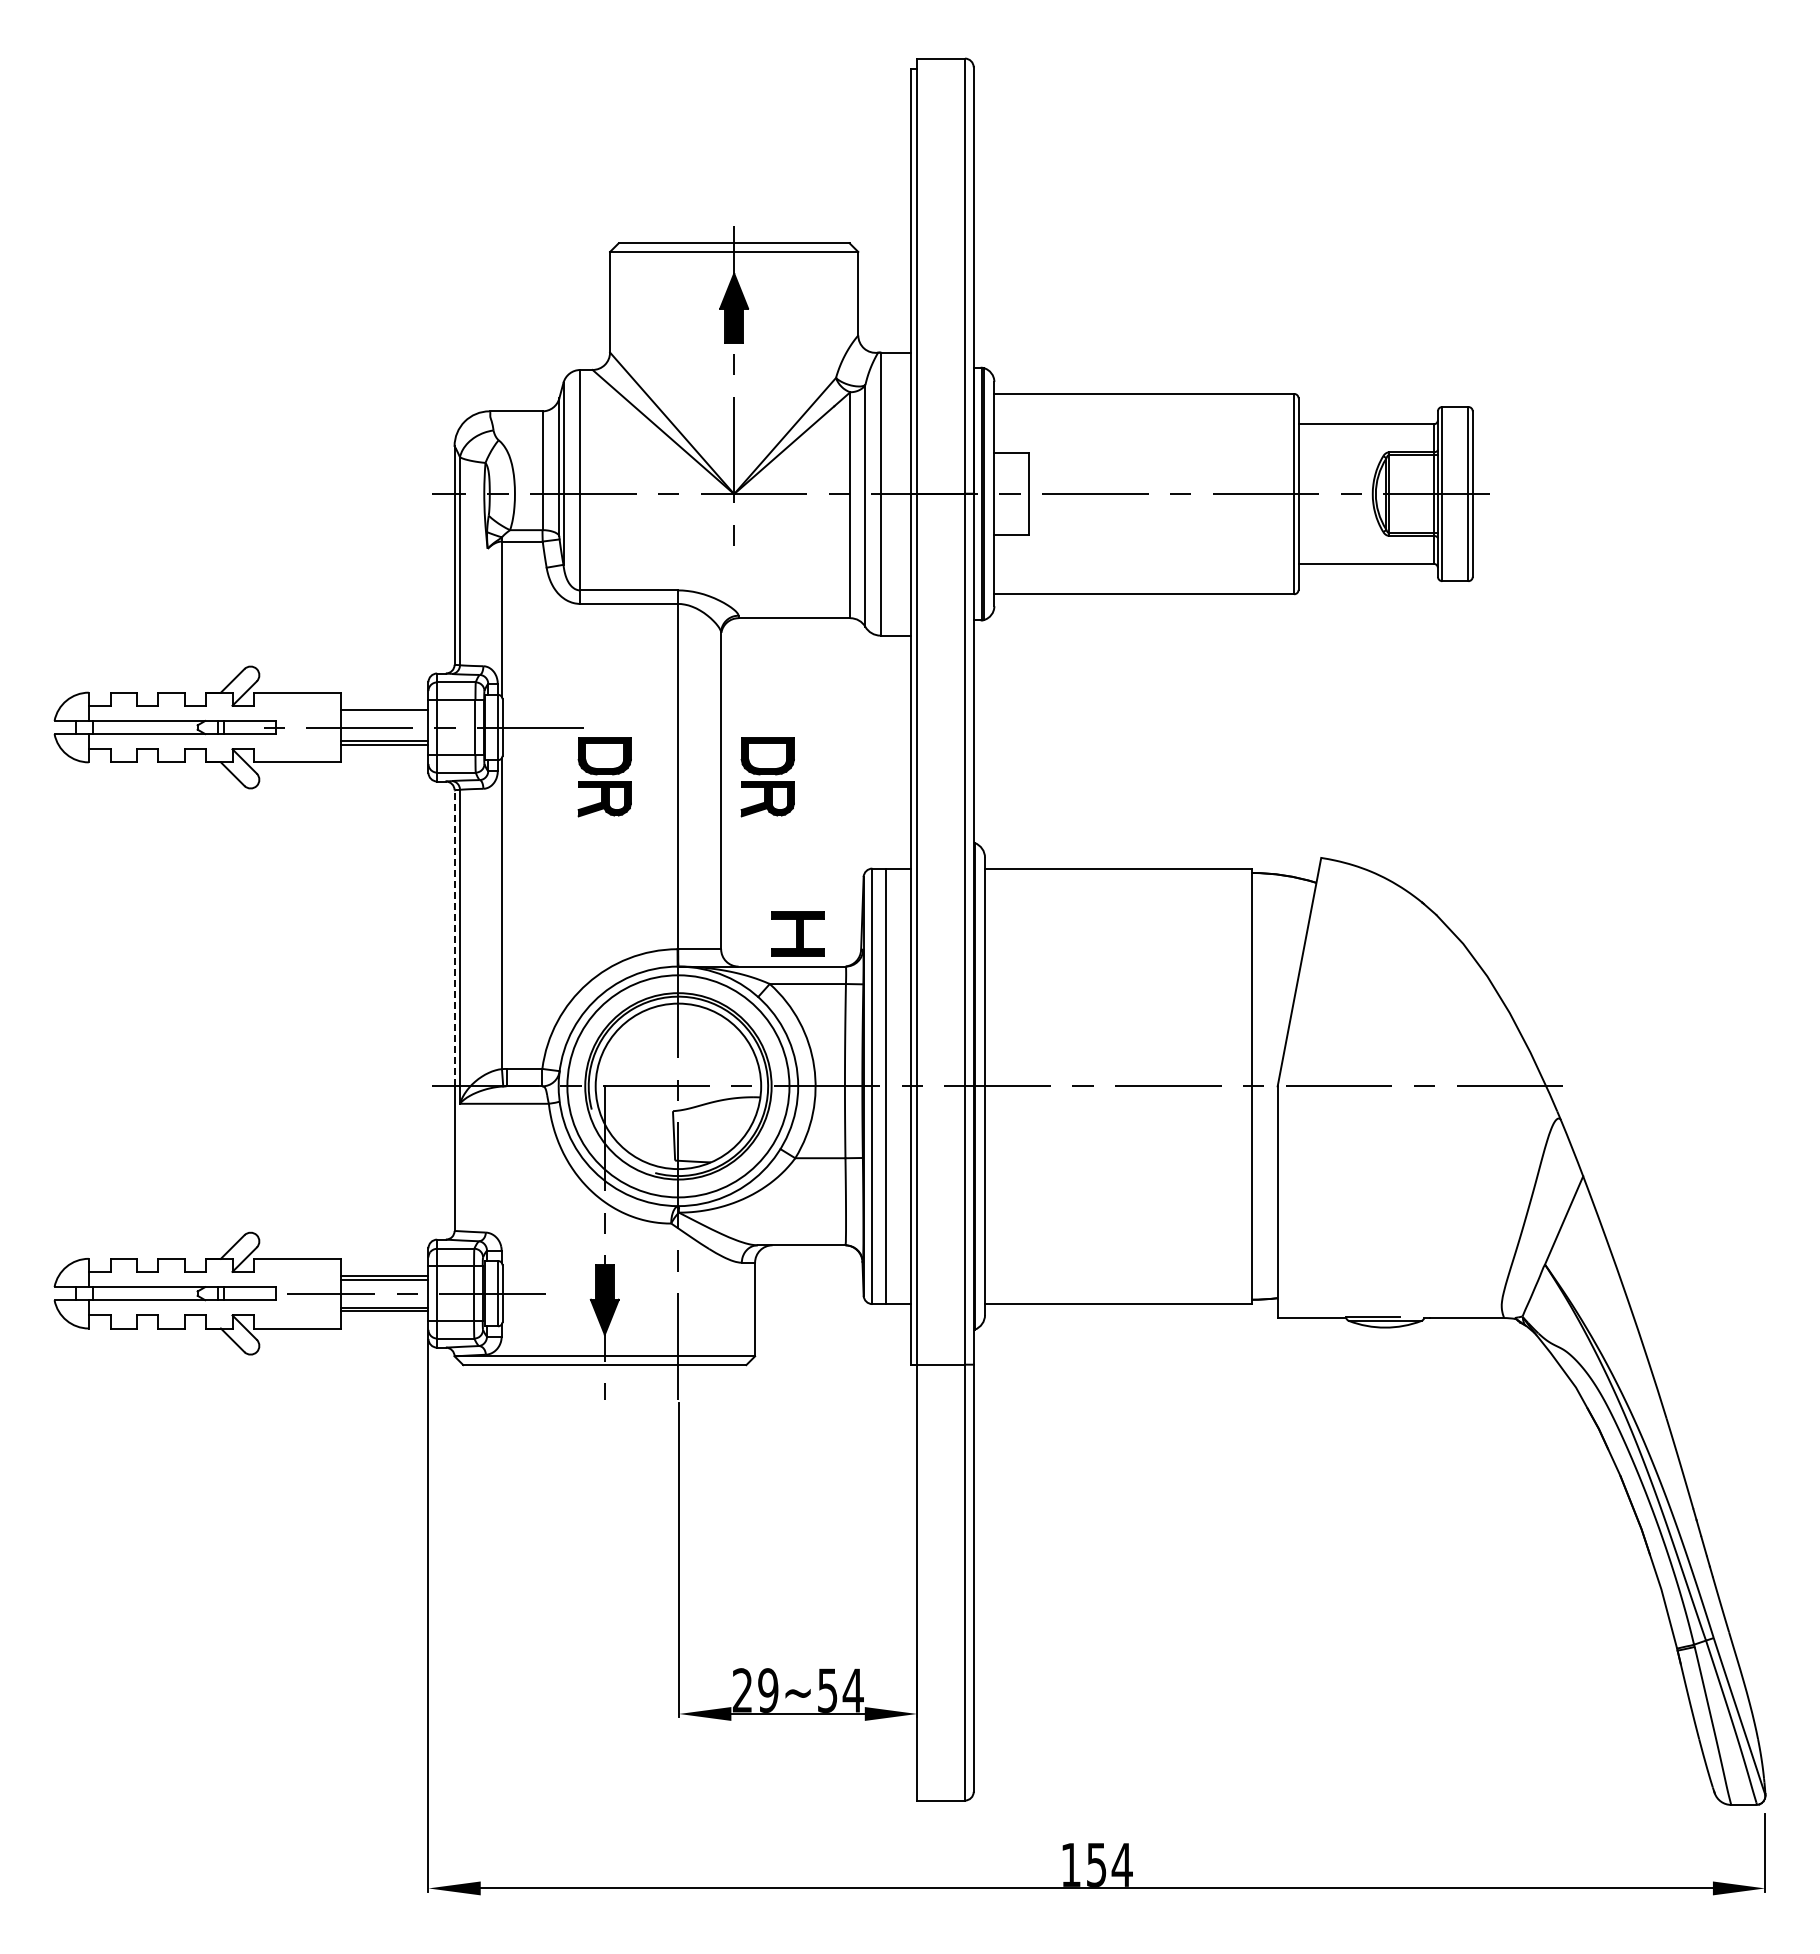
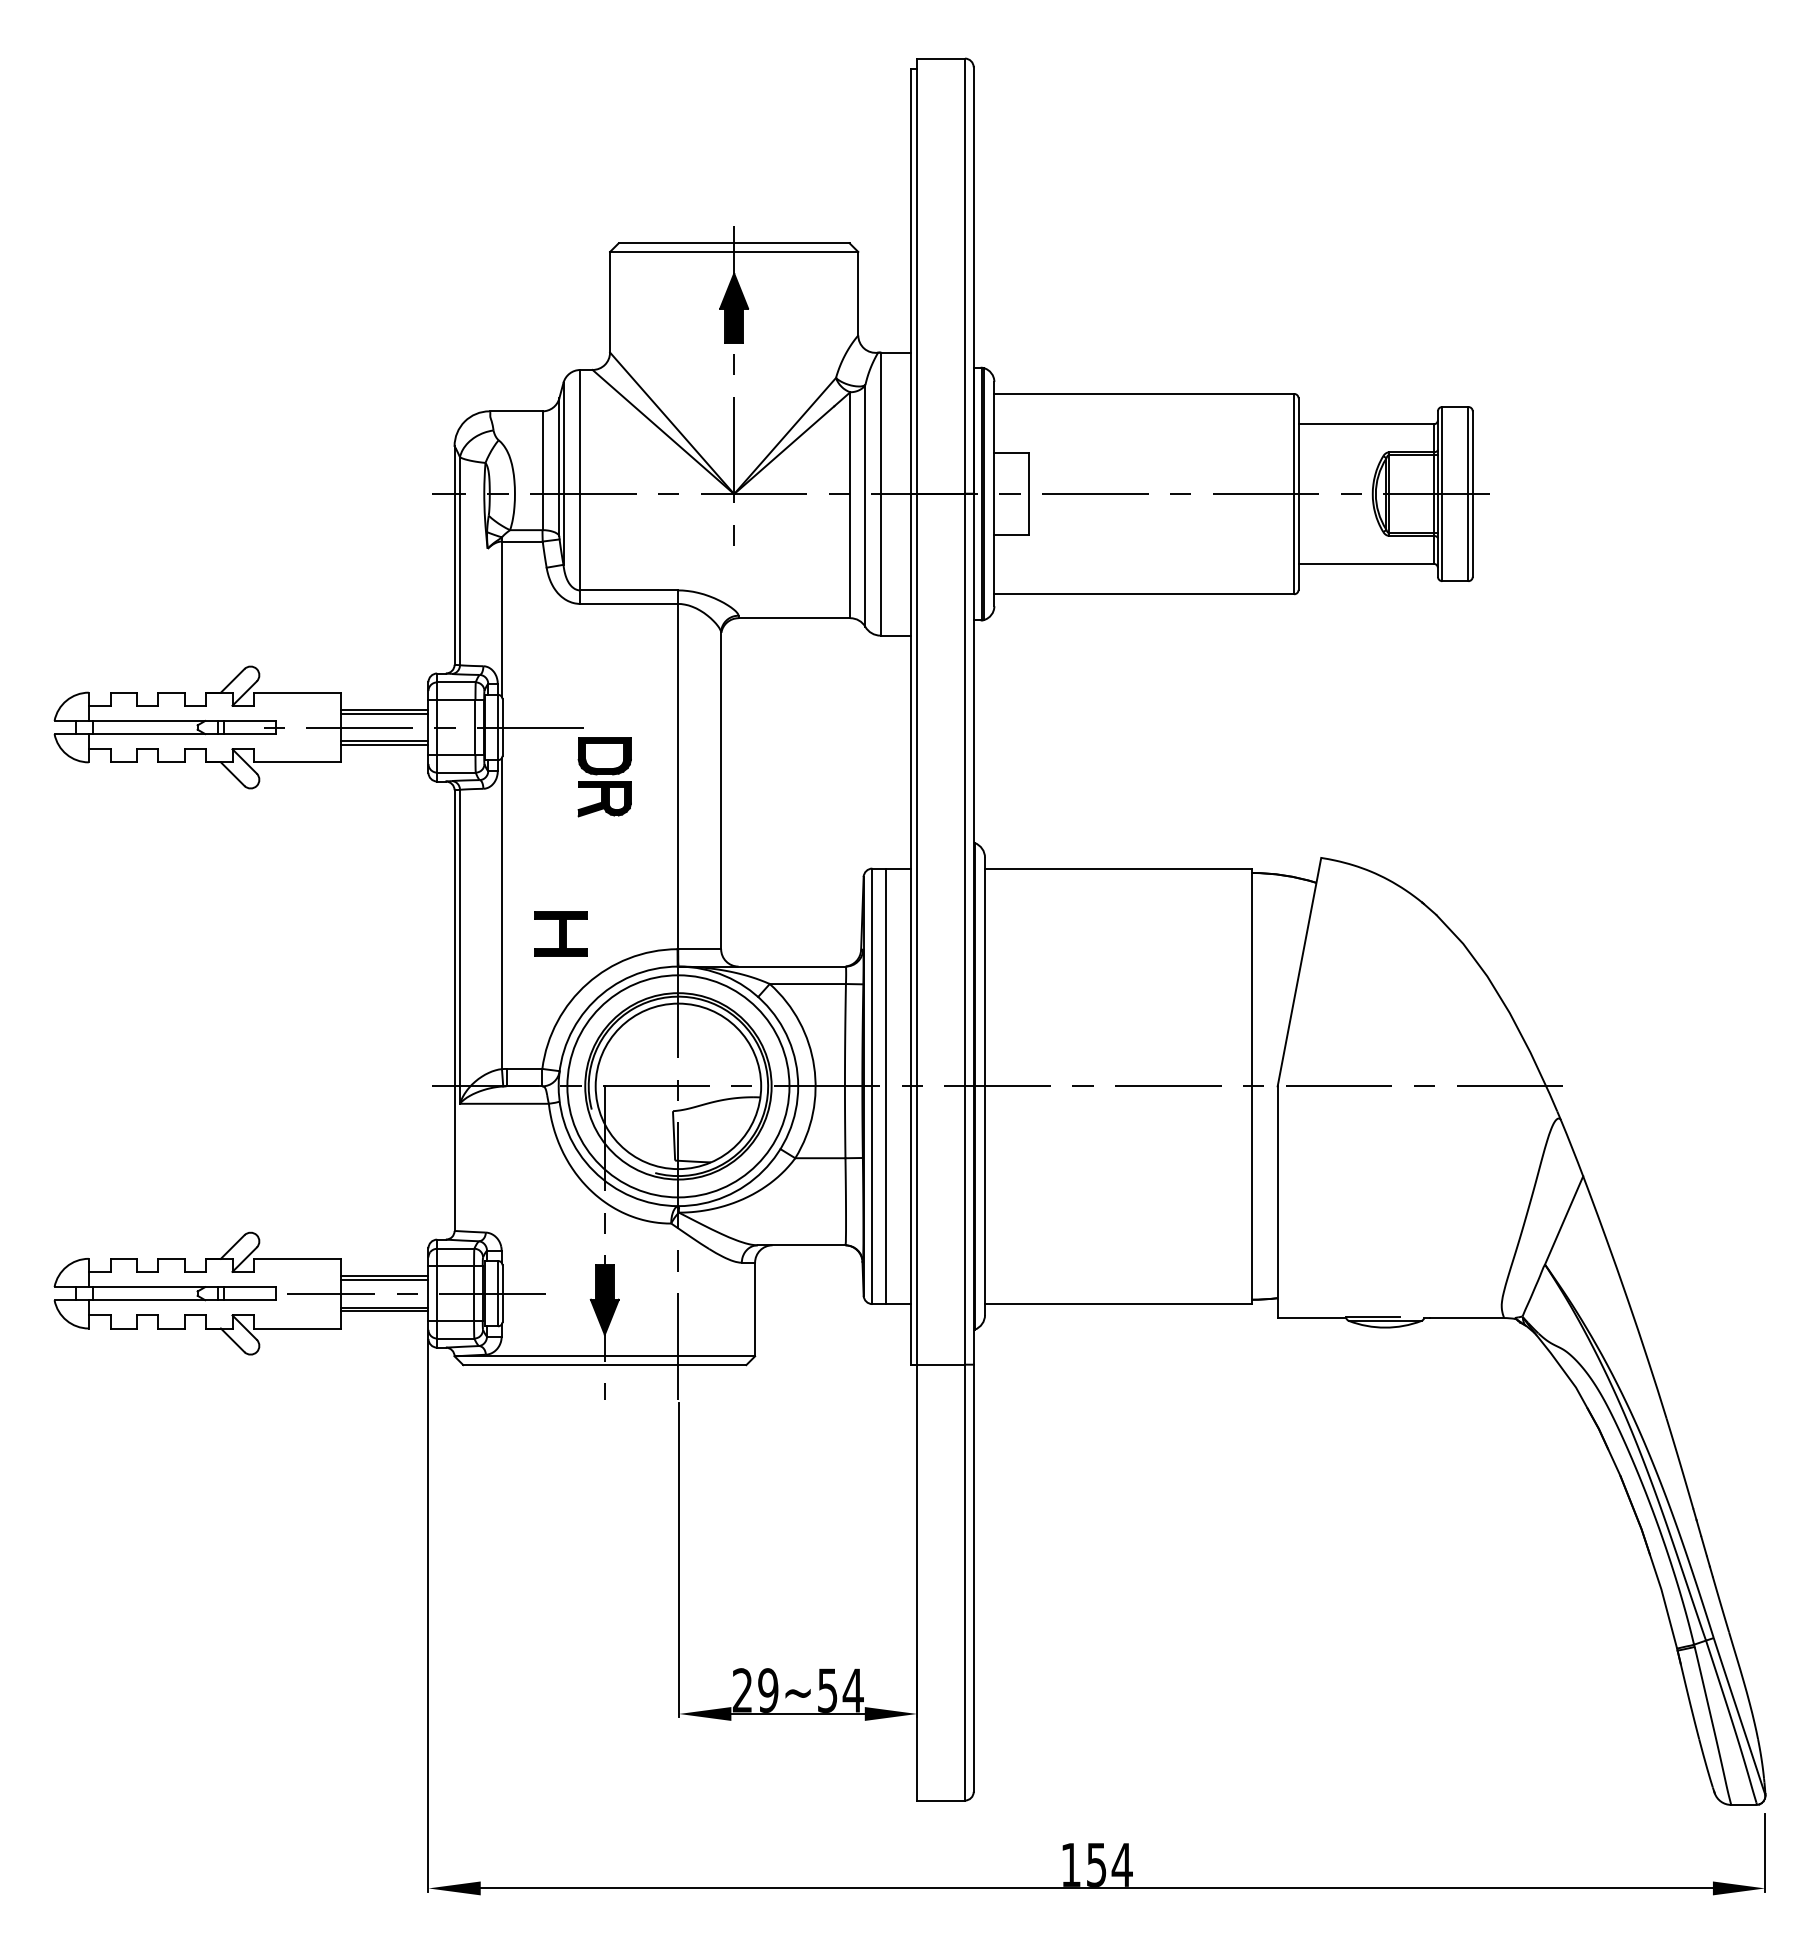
line at (384, 713): none -> present
part at (767, 777): present -> none
part at (797, 933) position: (797, 933) -> (560, 933)
line at (454, 937): dashed -> solid
